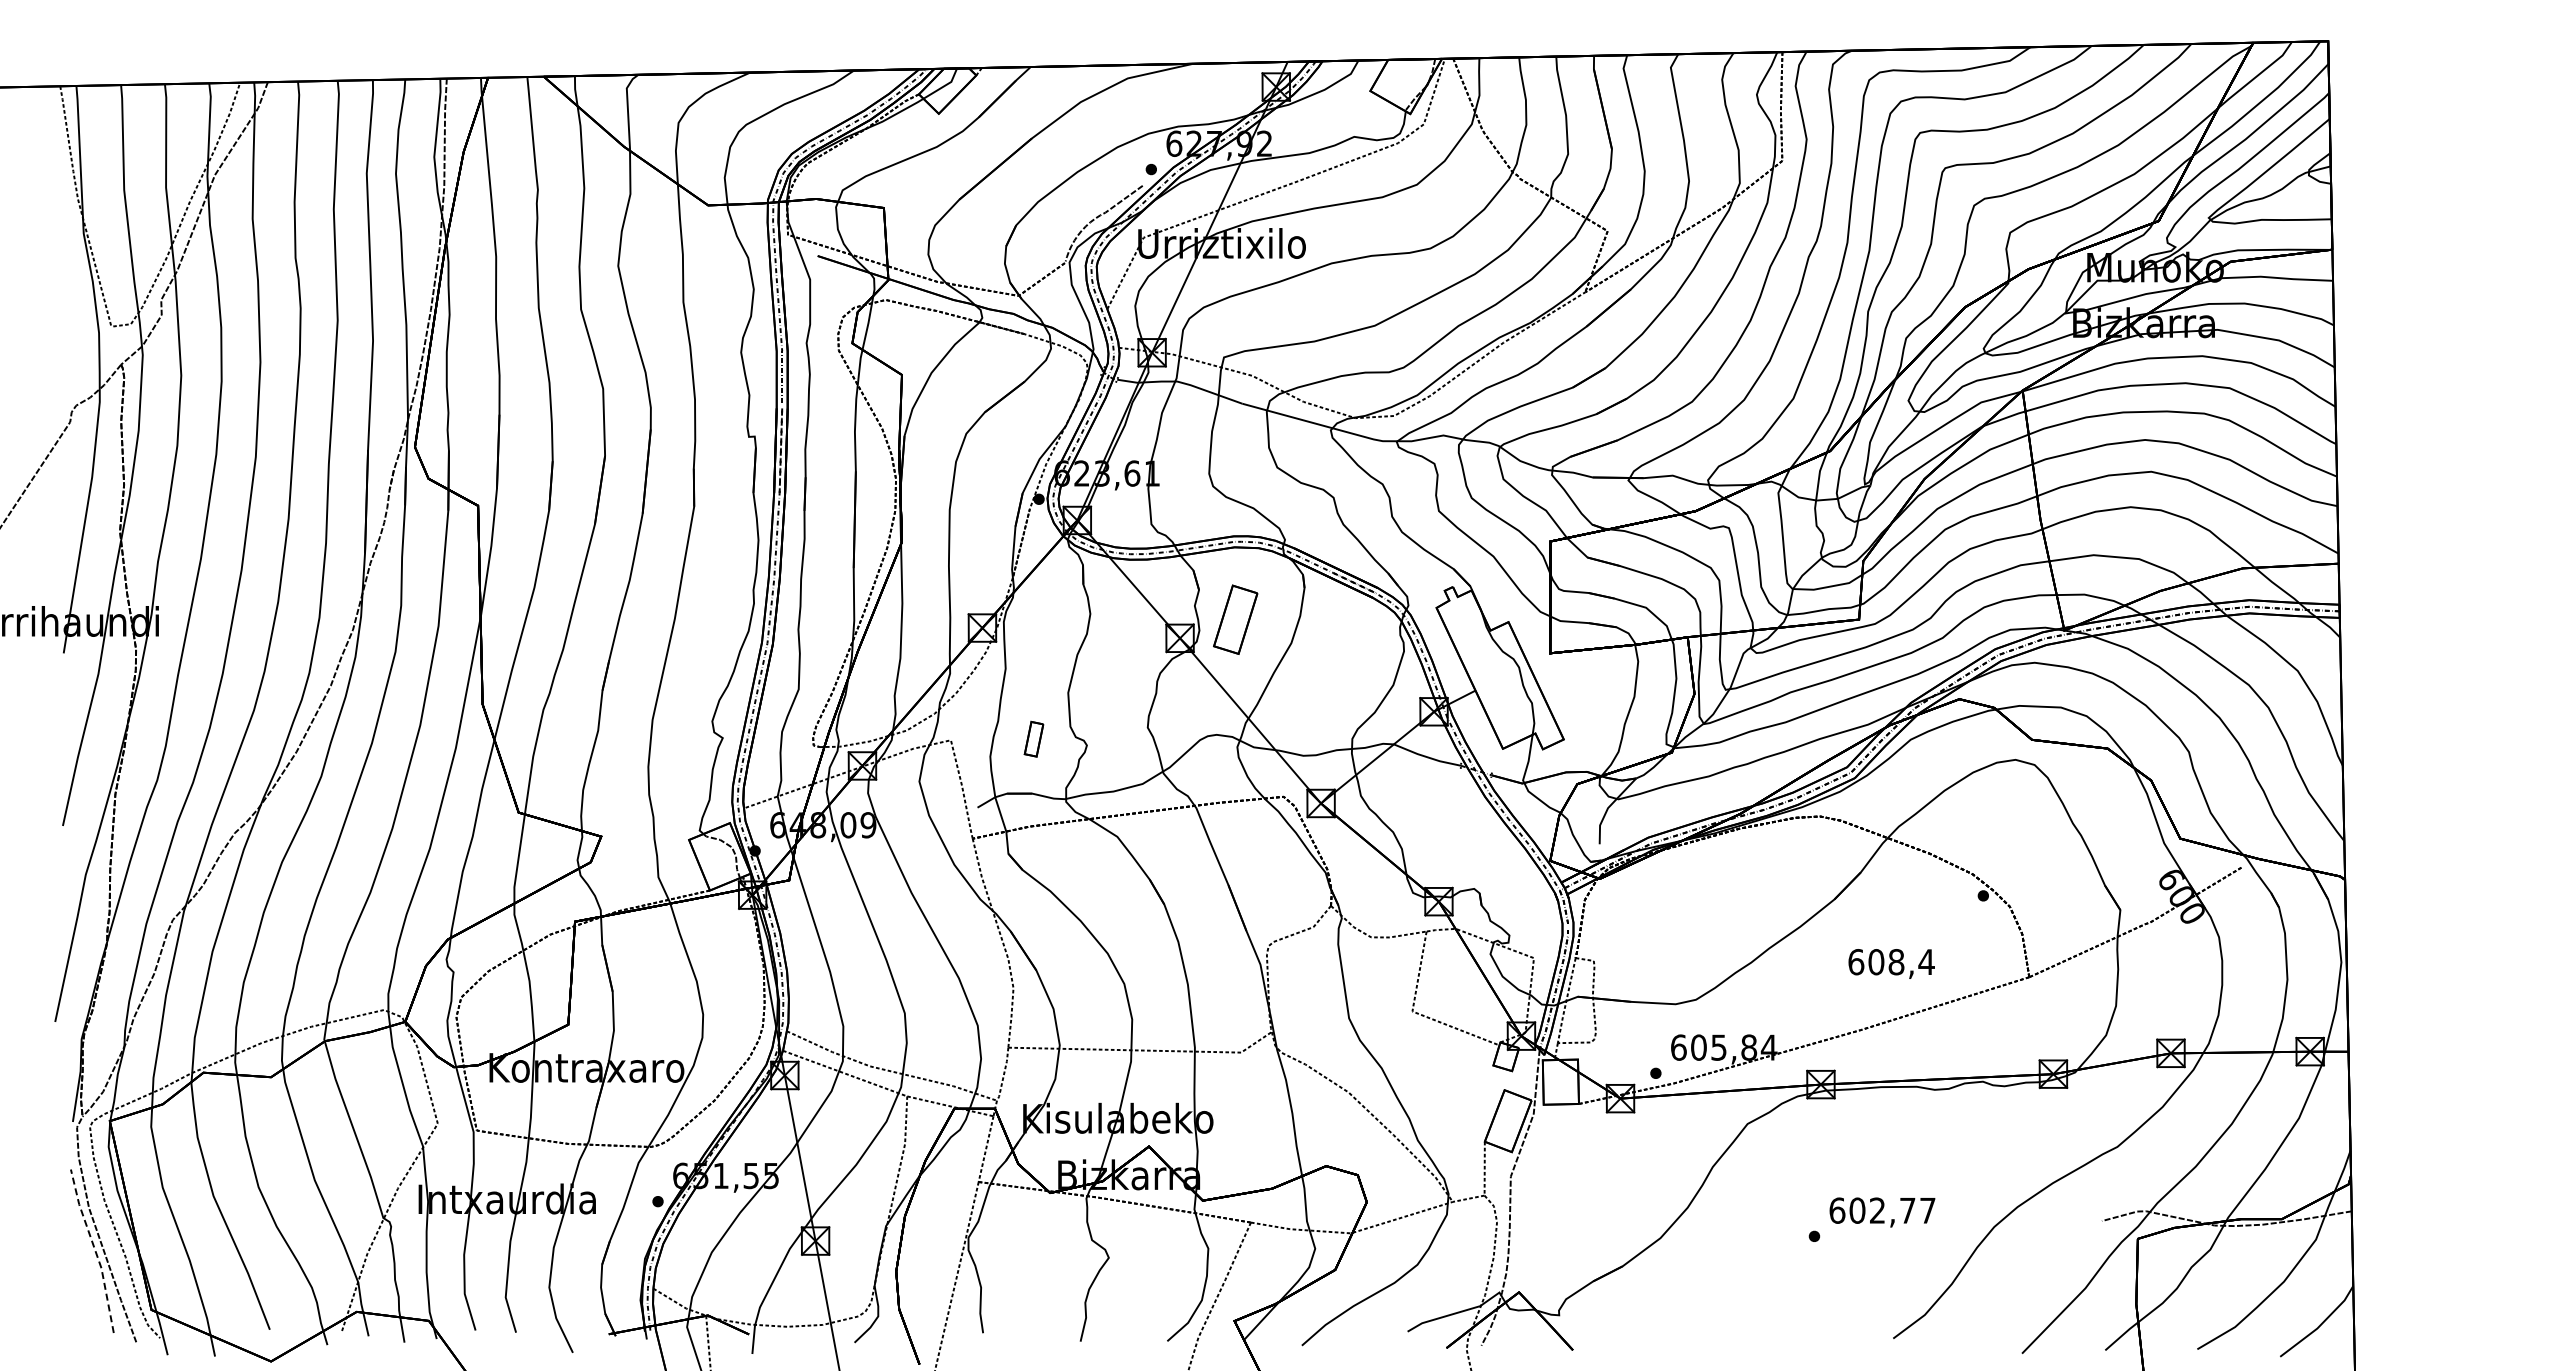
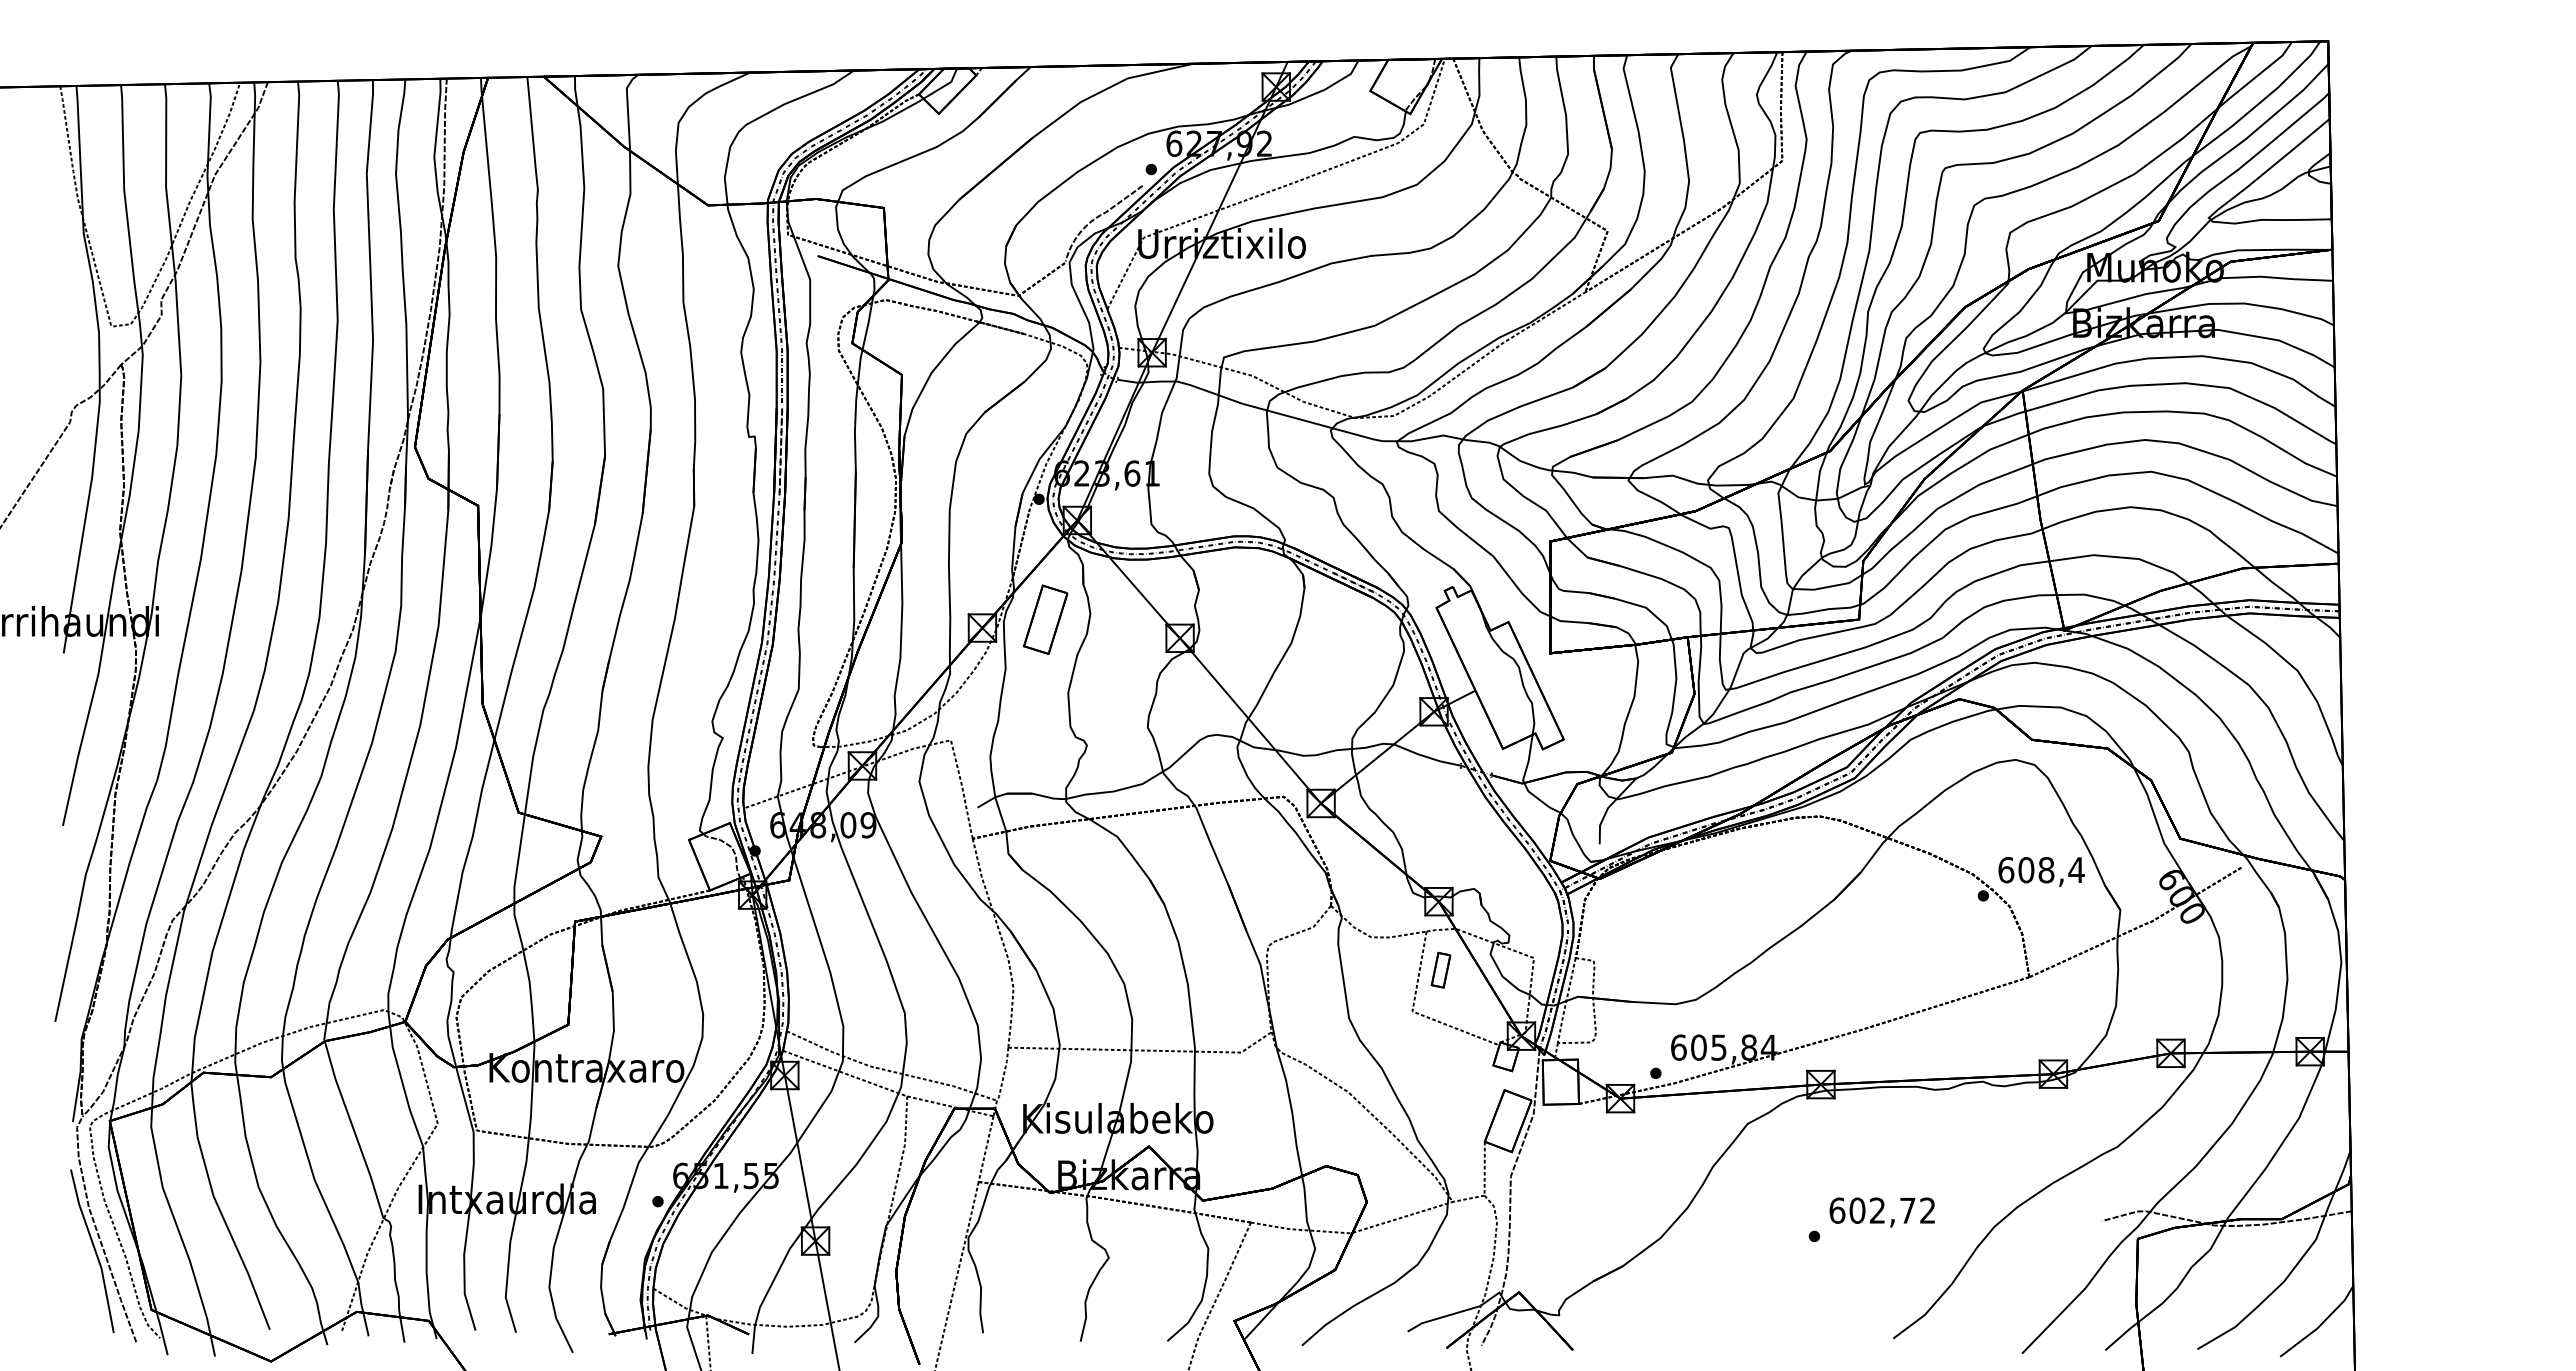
part at (1235, 619) position: (1235, 619) -> (1045, 619)
part at (1033, 738) position: (1033, 738) -> (1440, 969)
text at (1891, 963) position: (1891, 963) -> (2041, 871)
text at (1927, 1210): 602,77 -> 602,72
line at (95, 1250): dashed -> solid
